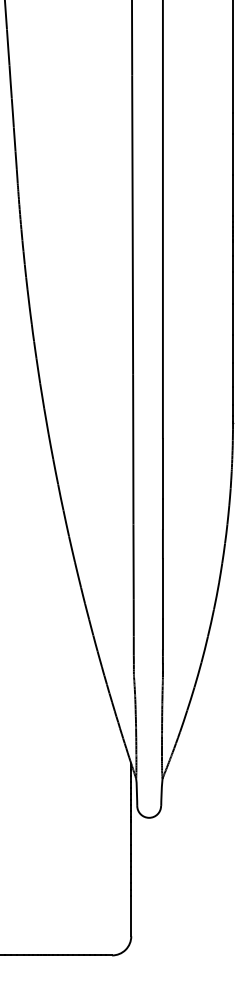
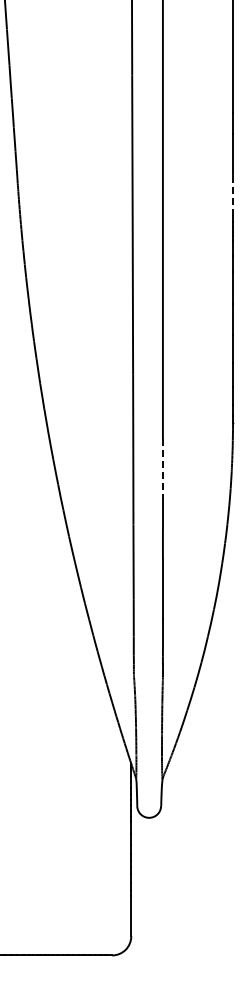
line at (233, 195): solid -> dashed
line at (162, 469): solid -> dashed
